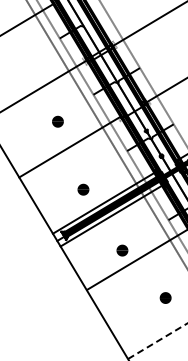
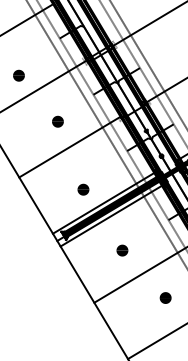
line at (147, 63): none -> present
part at (18, 75): none -> present
line at (135, 260) position: (135, 260) -> (139, 275)
line at (157, 341): dashed -> solid
